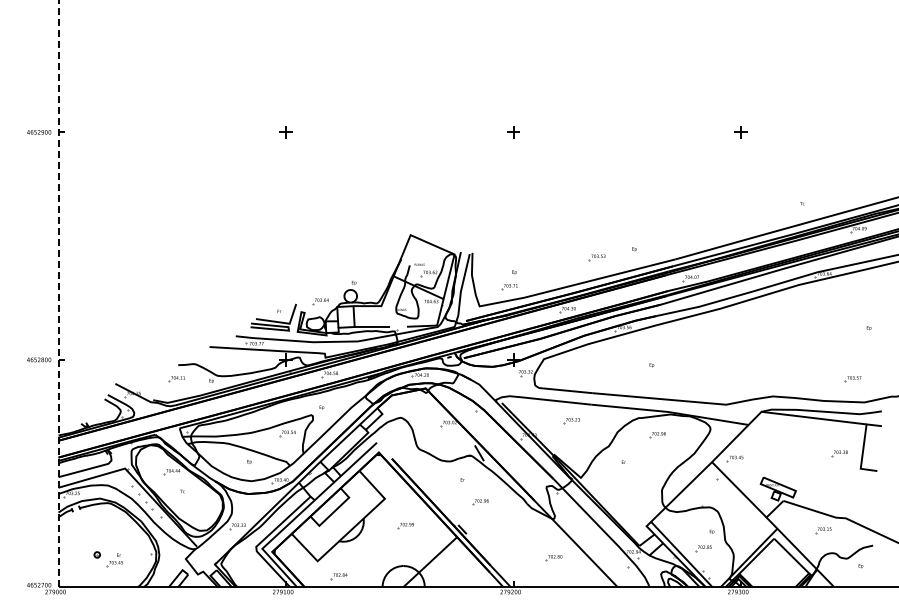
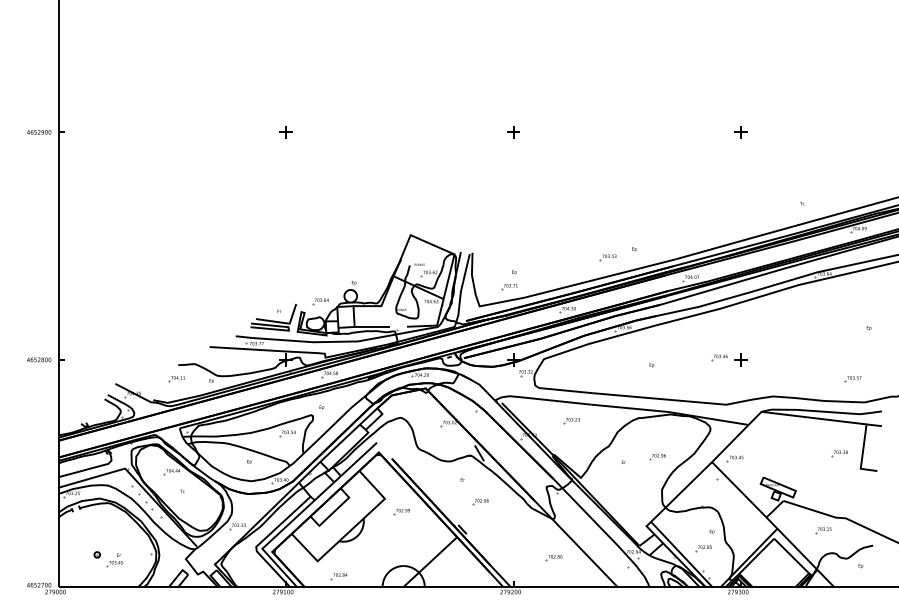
part at (596, 257) position: (596, 257) -> (607, 257)
line at (58, 293): dashed -> solid
part at (729, 359): none -> present
part at (657, 435) position: (657, 435) -> (657, 457)
part at (405, 526) position: (405, 526) -> (401, 512)
